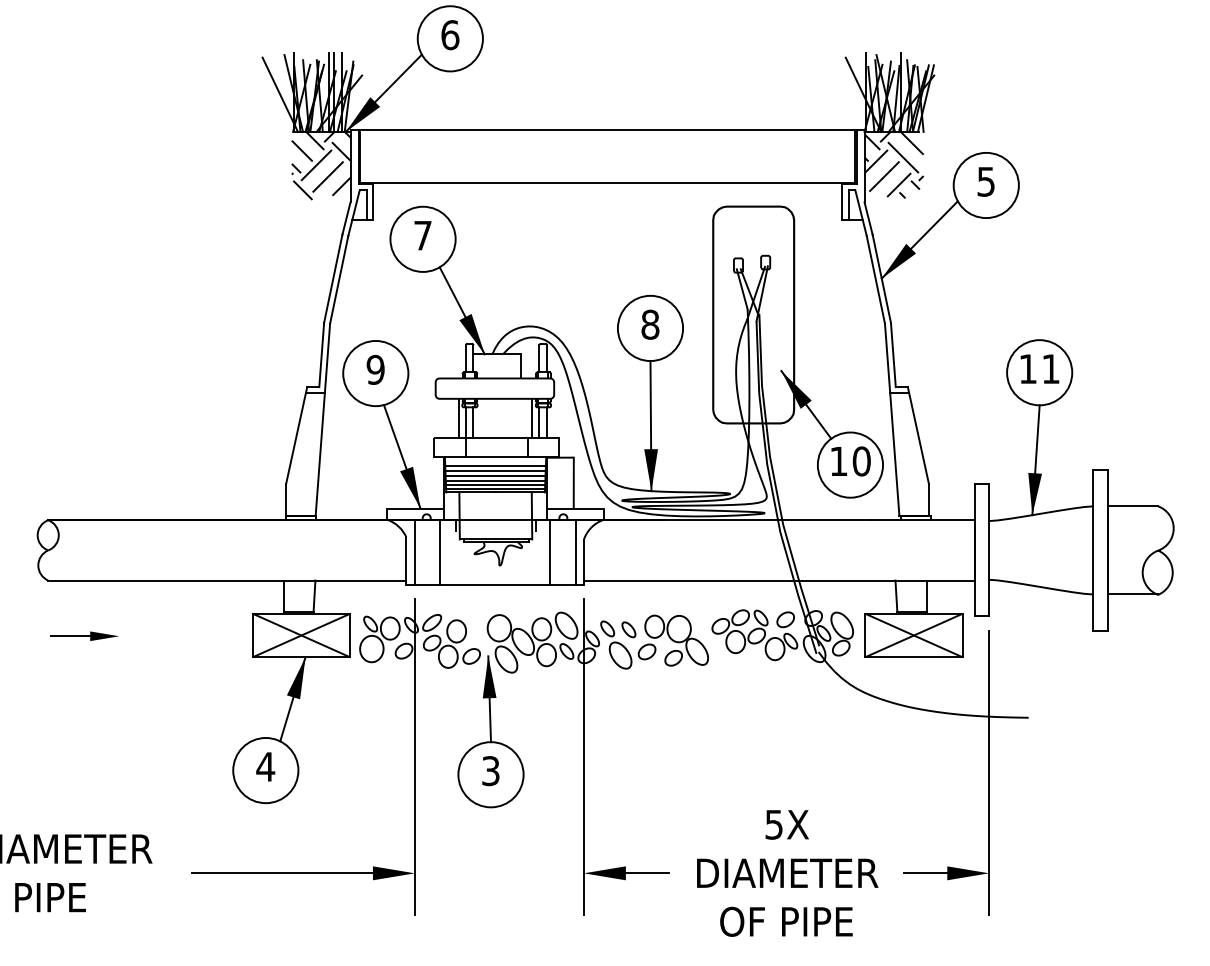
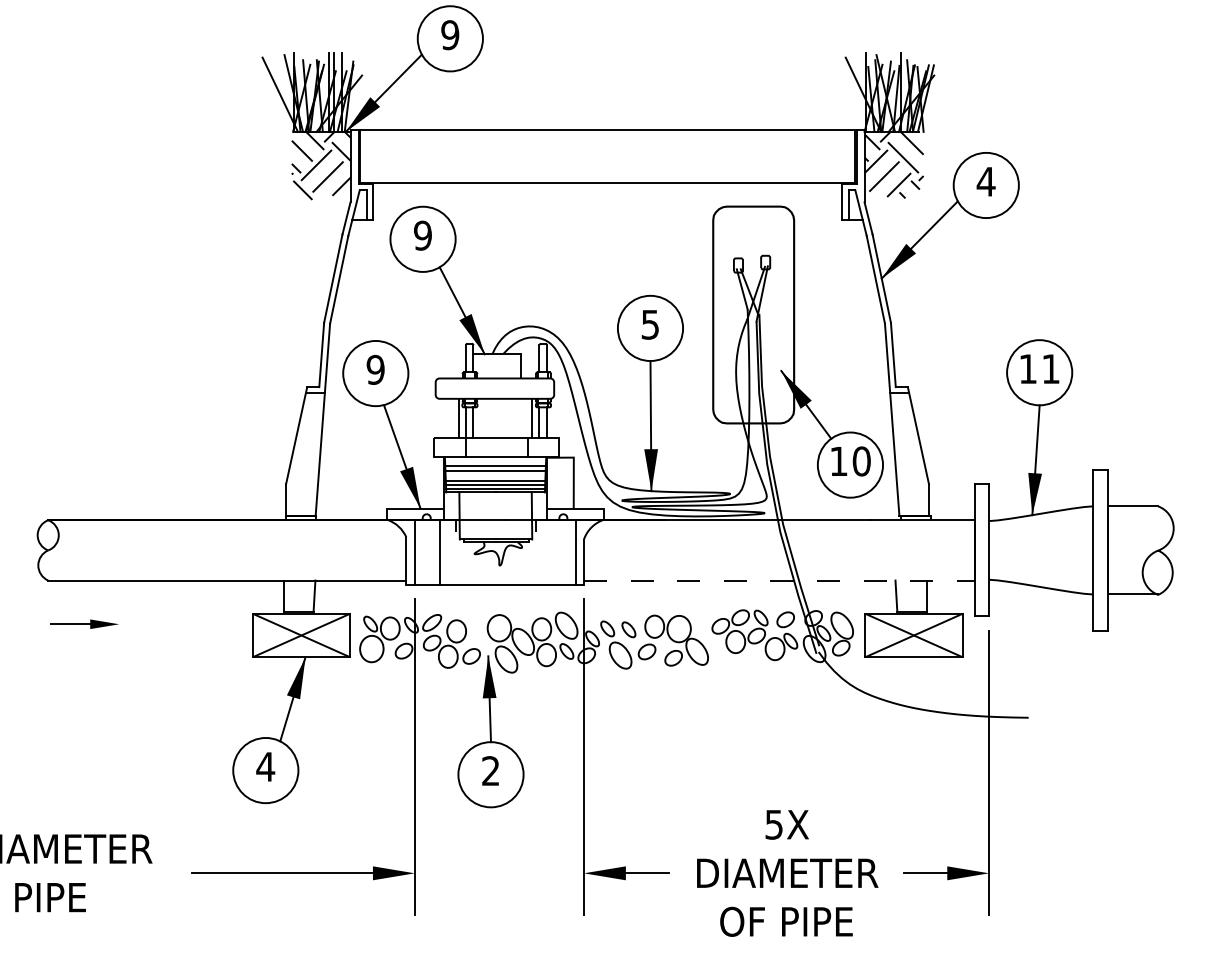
text at (450, 35): 6 -> 9
text at (985, 181): 5 -> 4
text at (422, 235): 7 -> 9
text at (650, 324): 8 -> 5
line at (495, 476): present -> none
line at (550, 552): present -> none
line at (779, 580): solid -> dashed
part at (84, 635) position: (84, 635) -> (84, 623)
text at (490, 771): 3 -> 2
